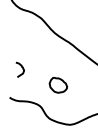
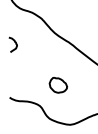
curve at (21, 67) position: (21, 67) -> (14, 42)
